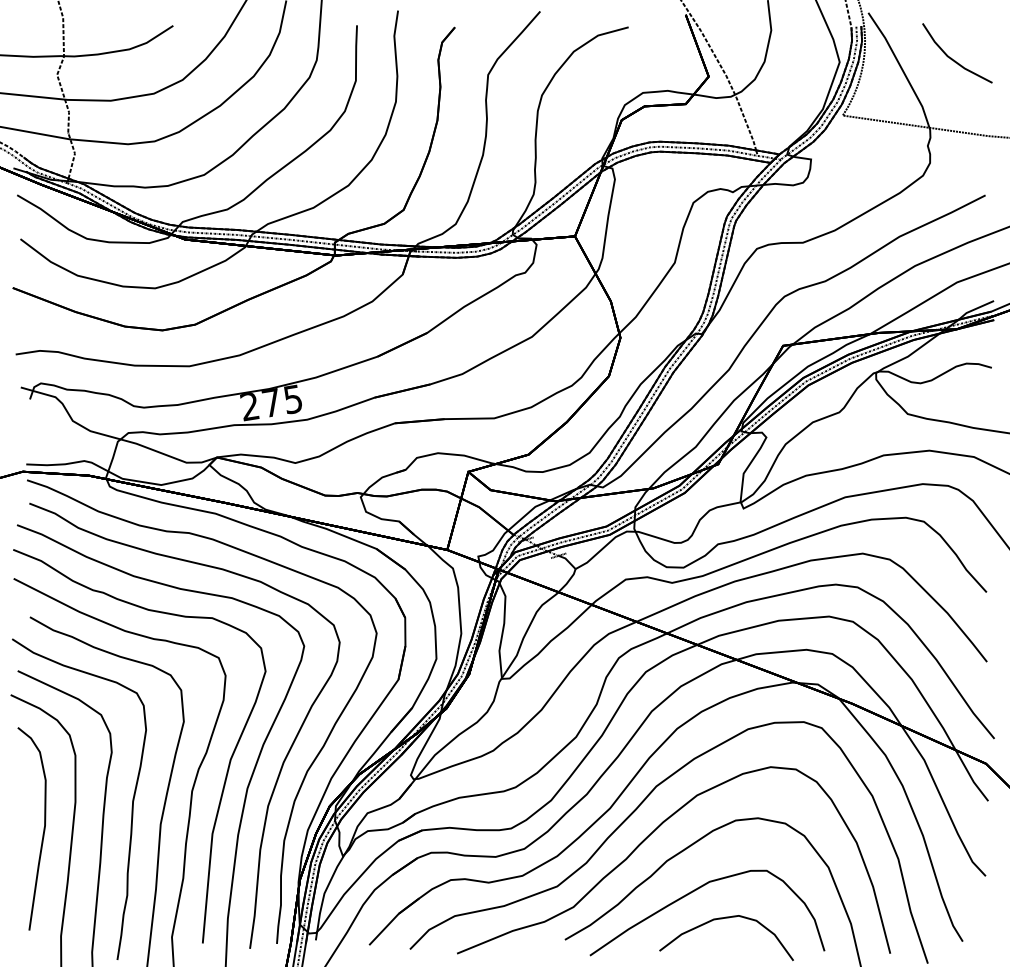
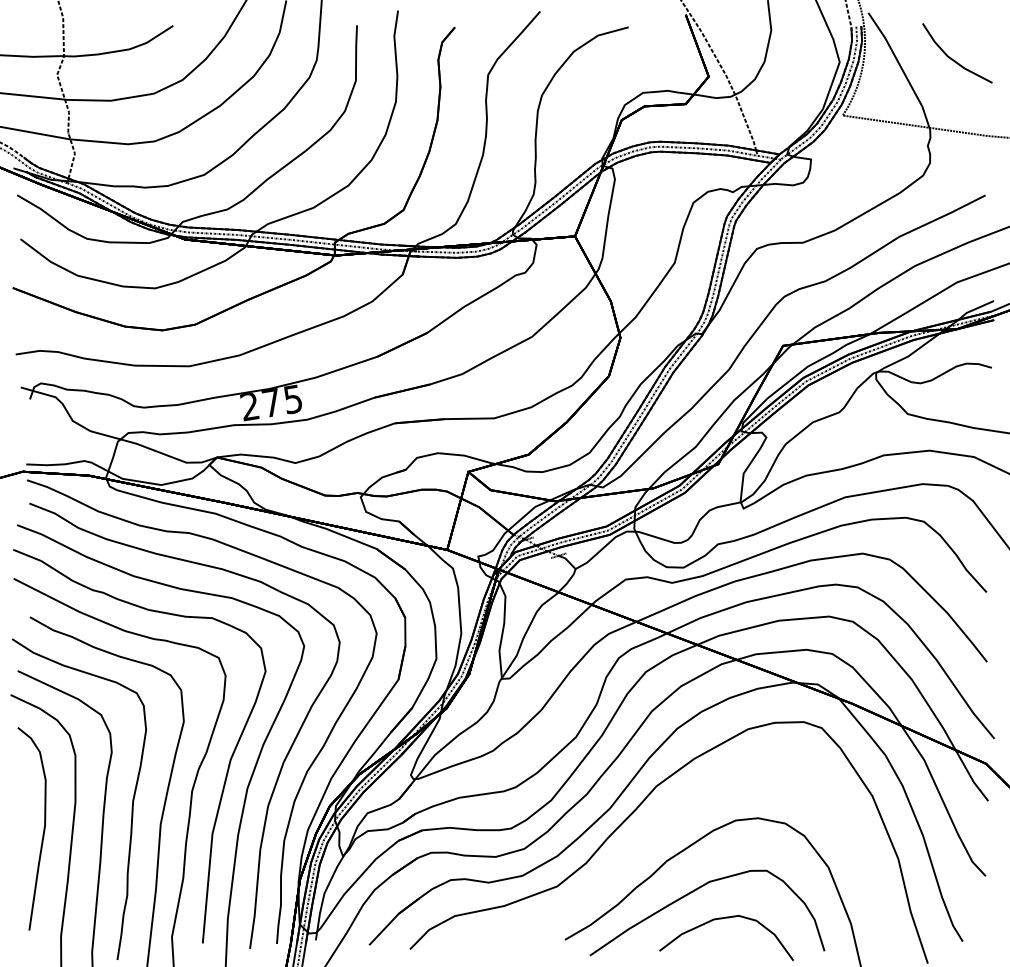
part at (650, 835): present -> none
